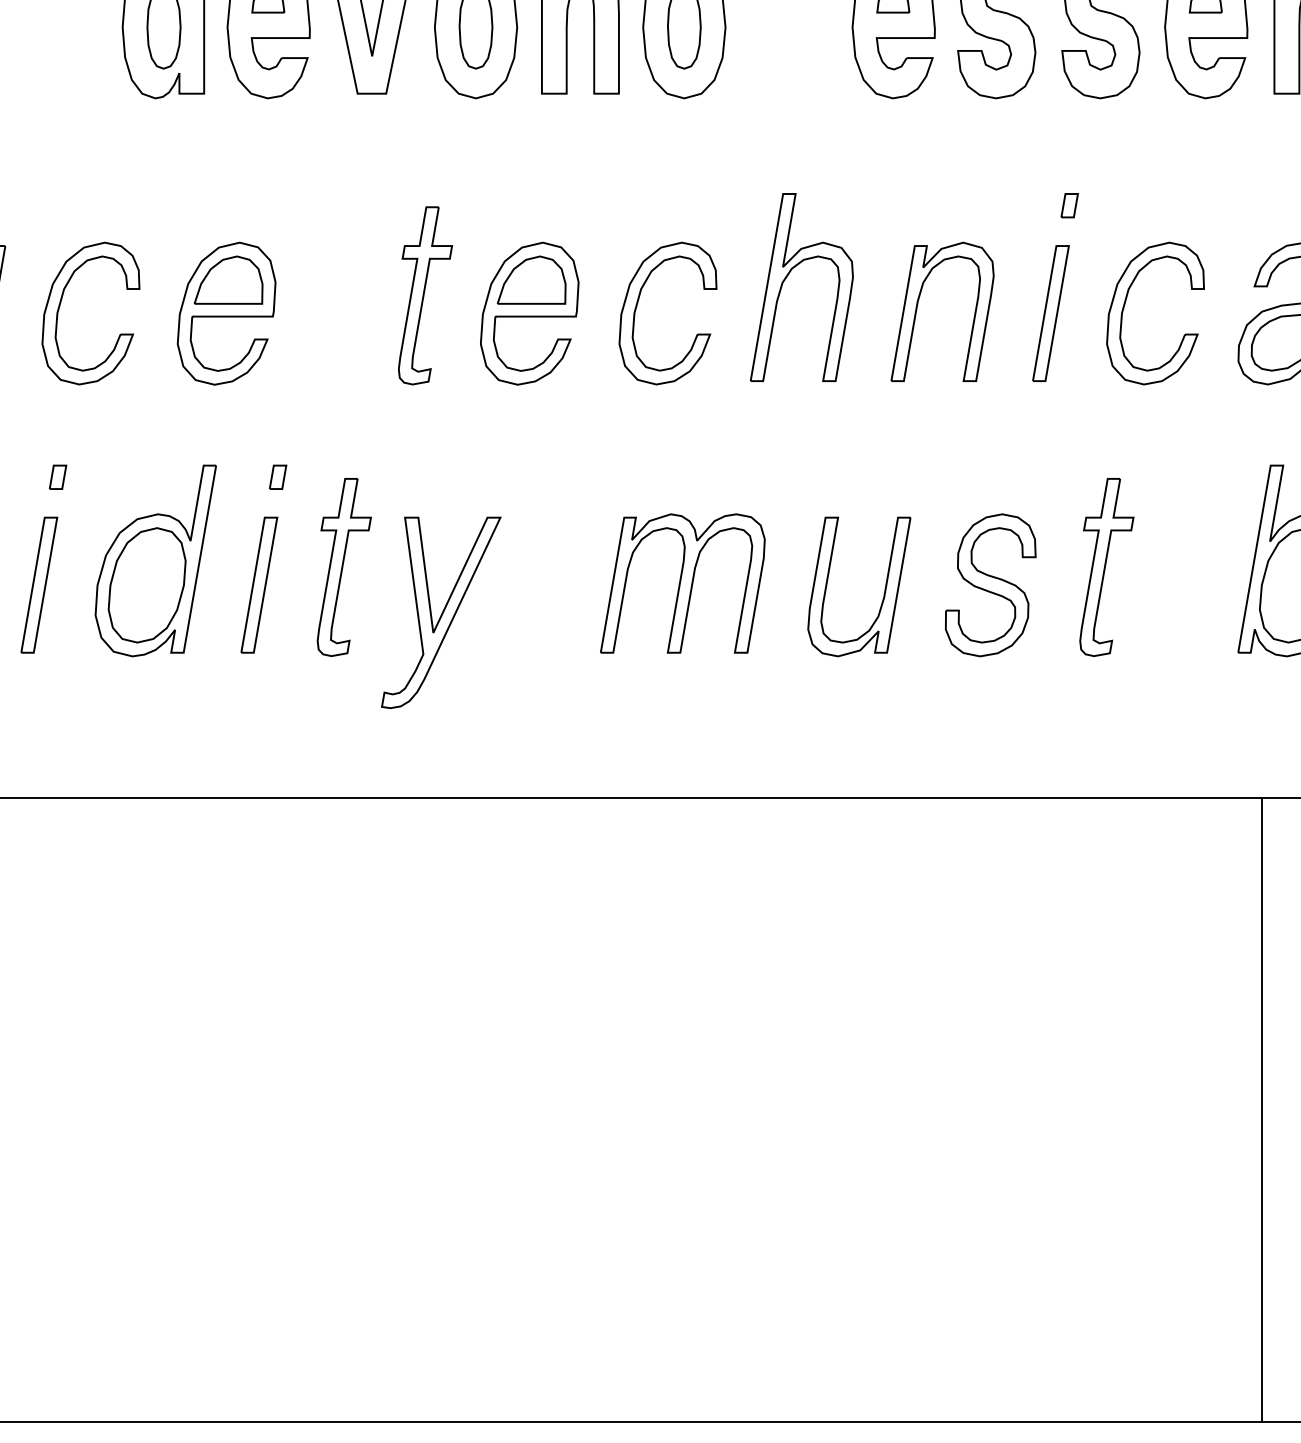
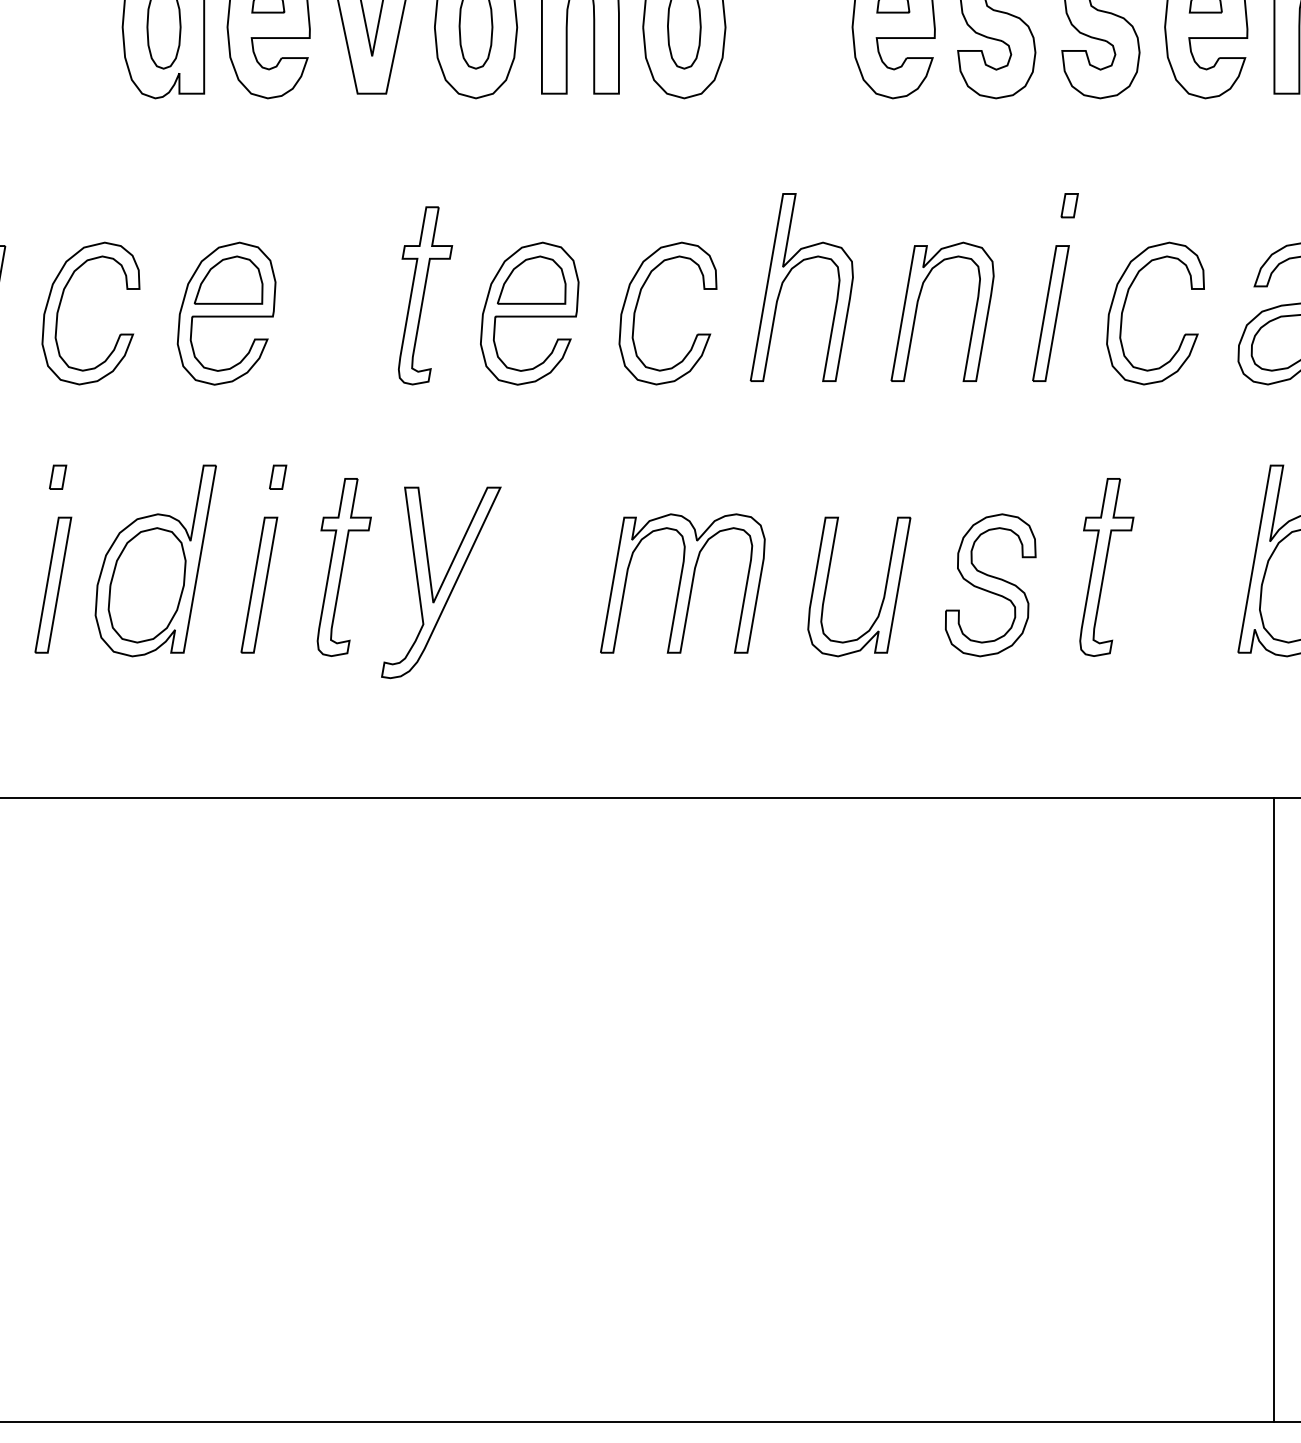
part at (39, 584) position: (39, 584) -> (53, 584)
part at (441, 612) position: (441, 612) -> (441, 582)
line at (1261, 1110) position: (1261, 1110) -> (1273, 1110)
